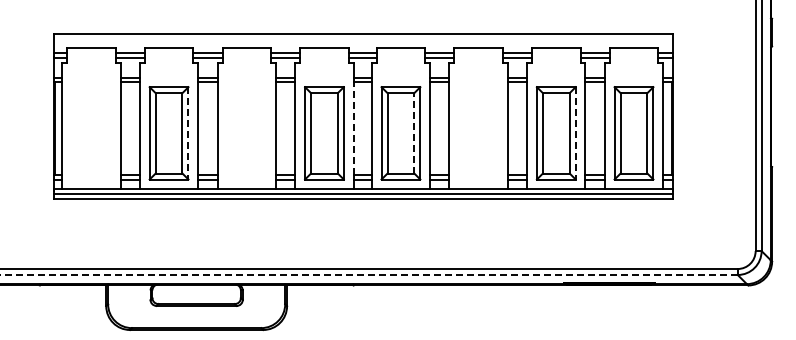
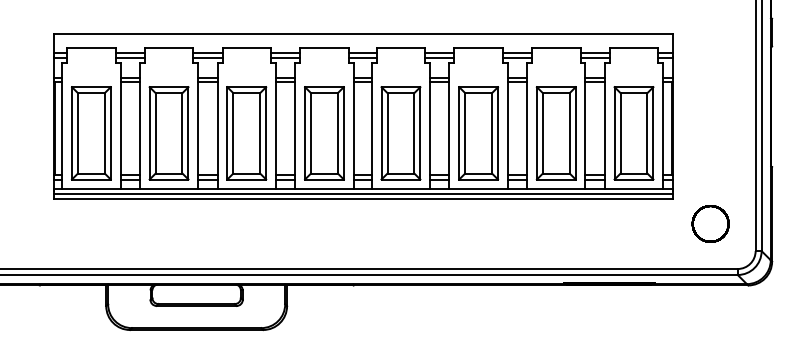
line at (353, 128): dashed -> solid
line at (414, 132): dashed -> solid
part at (90, 133): none -> present
line at (188, 133): dashed -> solid
part at (246, 133): none -> present
part at (478, 133): none -> present
line at (575, 133): dashed -> solid
part at (710, 223): none -> present
line at (368, 274): dashed -> solid
